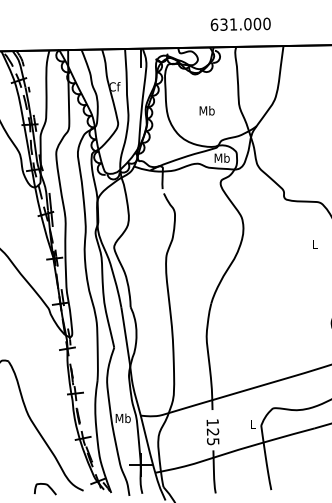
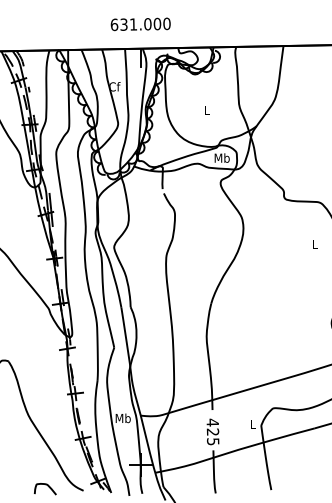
text at (240, 24) position: (240, 24) -> (140, 24)
text at (206, 110): Mb -> L
text at (212, 422): 125 -> 425
